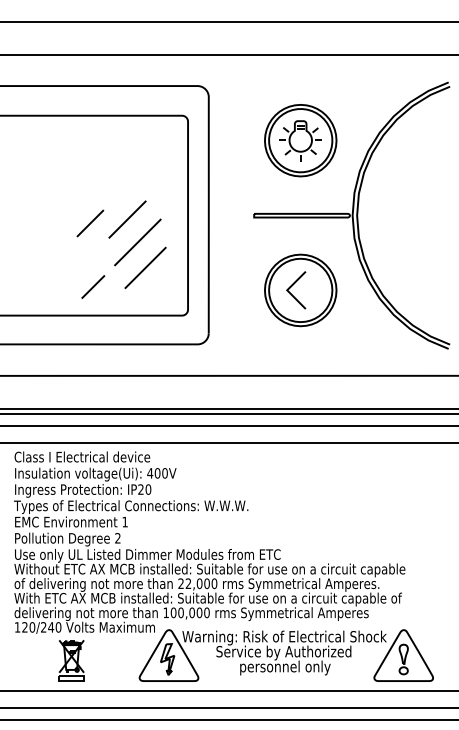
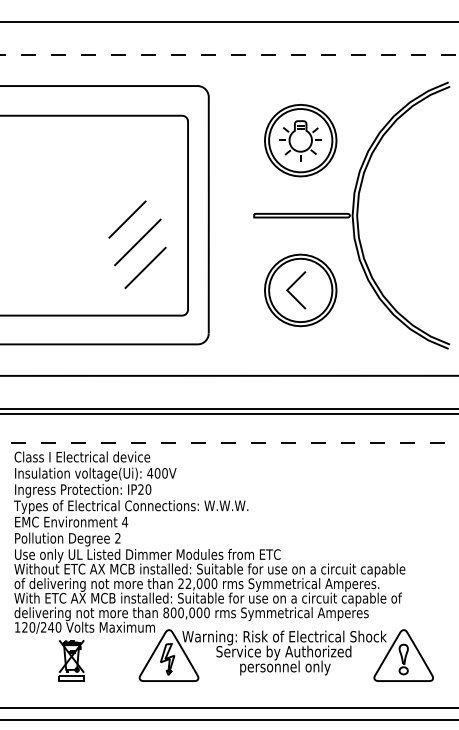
line at (229, 55): solid -> dashed
line at (90, 223): present -> none
line at (93, 286): present -> none
line at (228, 425): present -> none
line at (230, 443): solid -> dashed
text at (125, 521): 1 -> 4
text at (166, 612): 100,000 -> 800,000
line at (228, 690): present -> none
